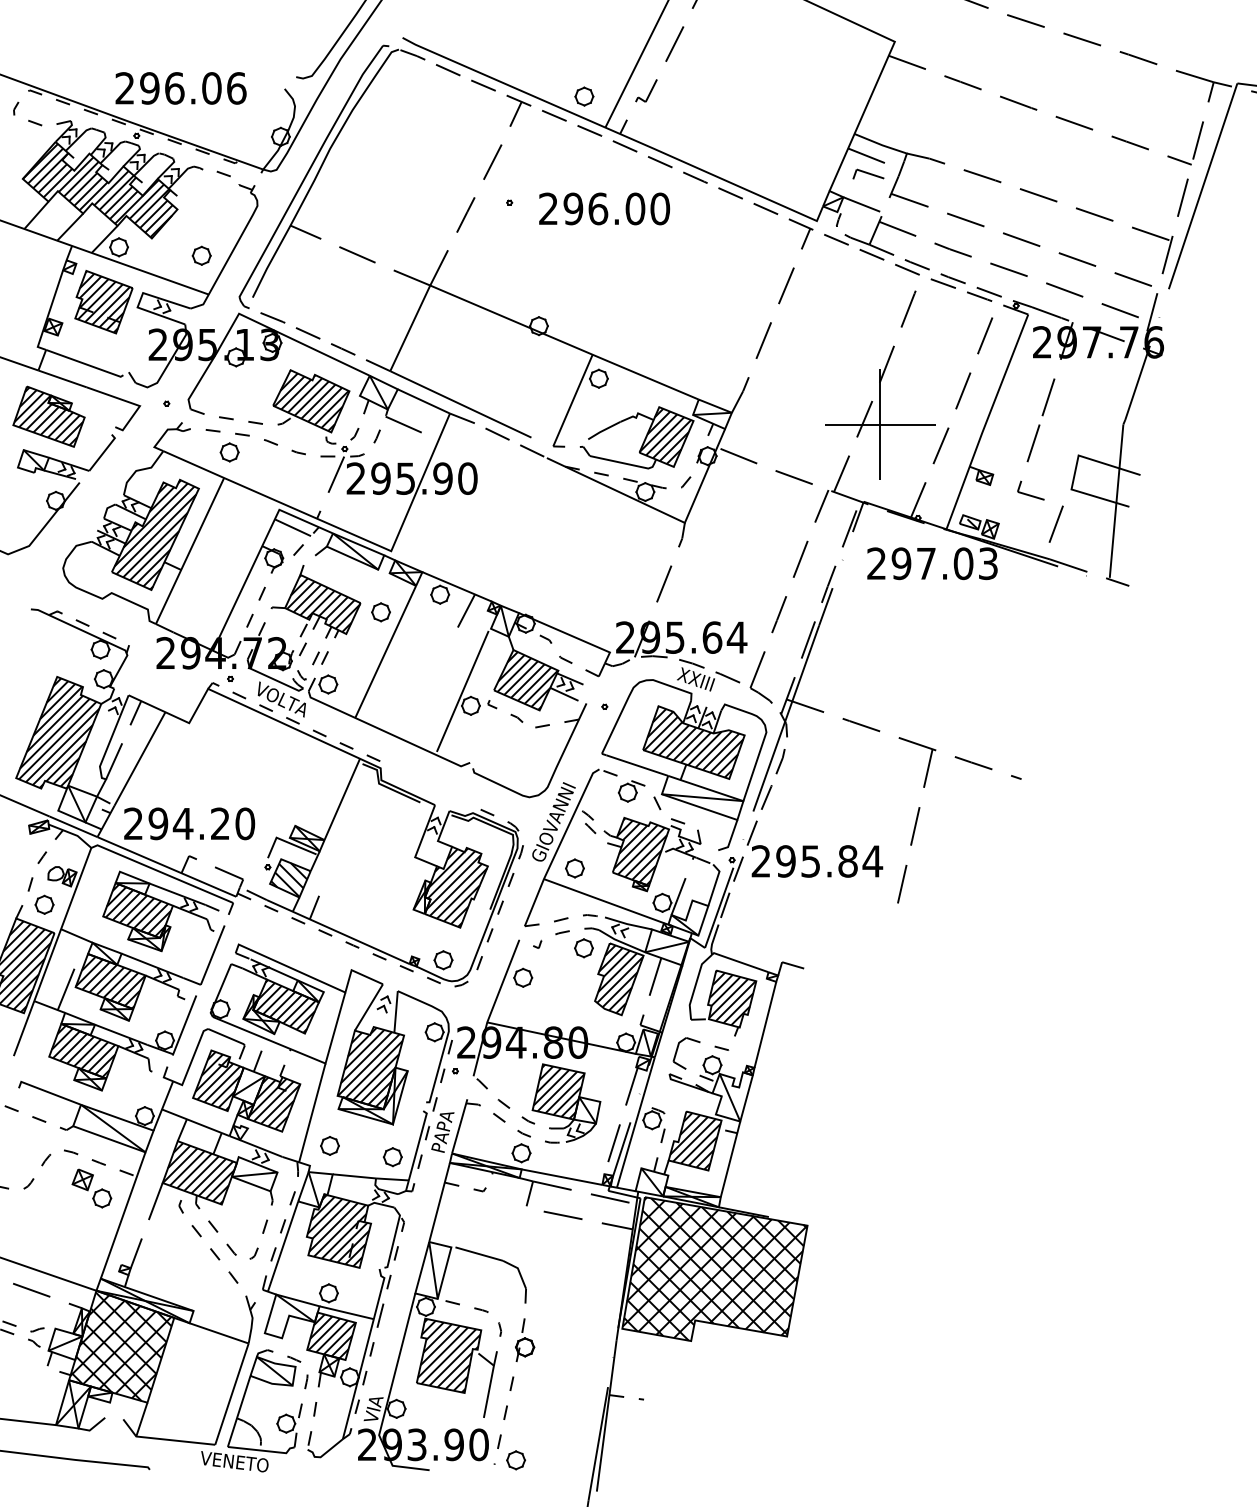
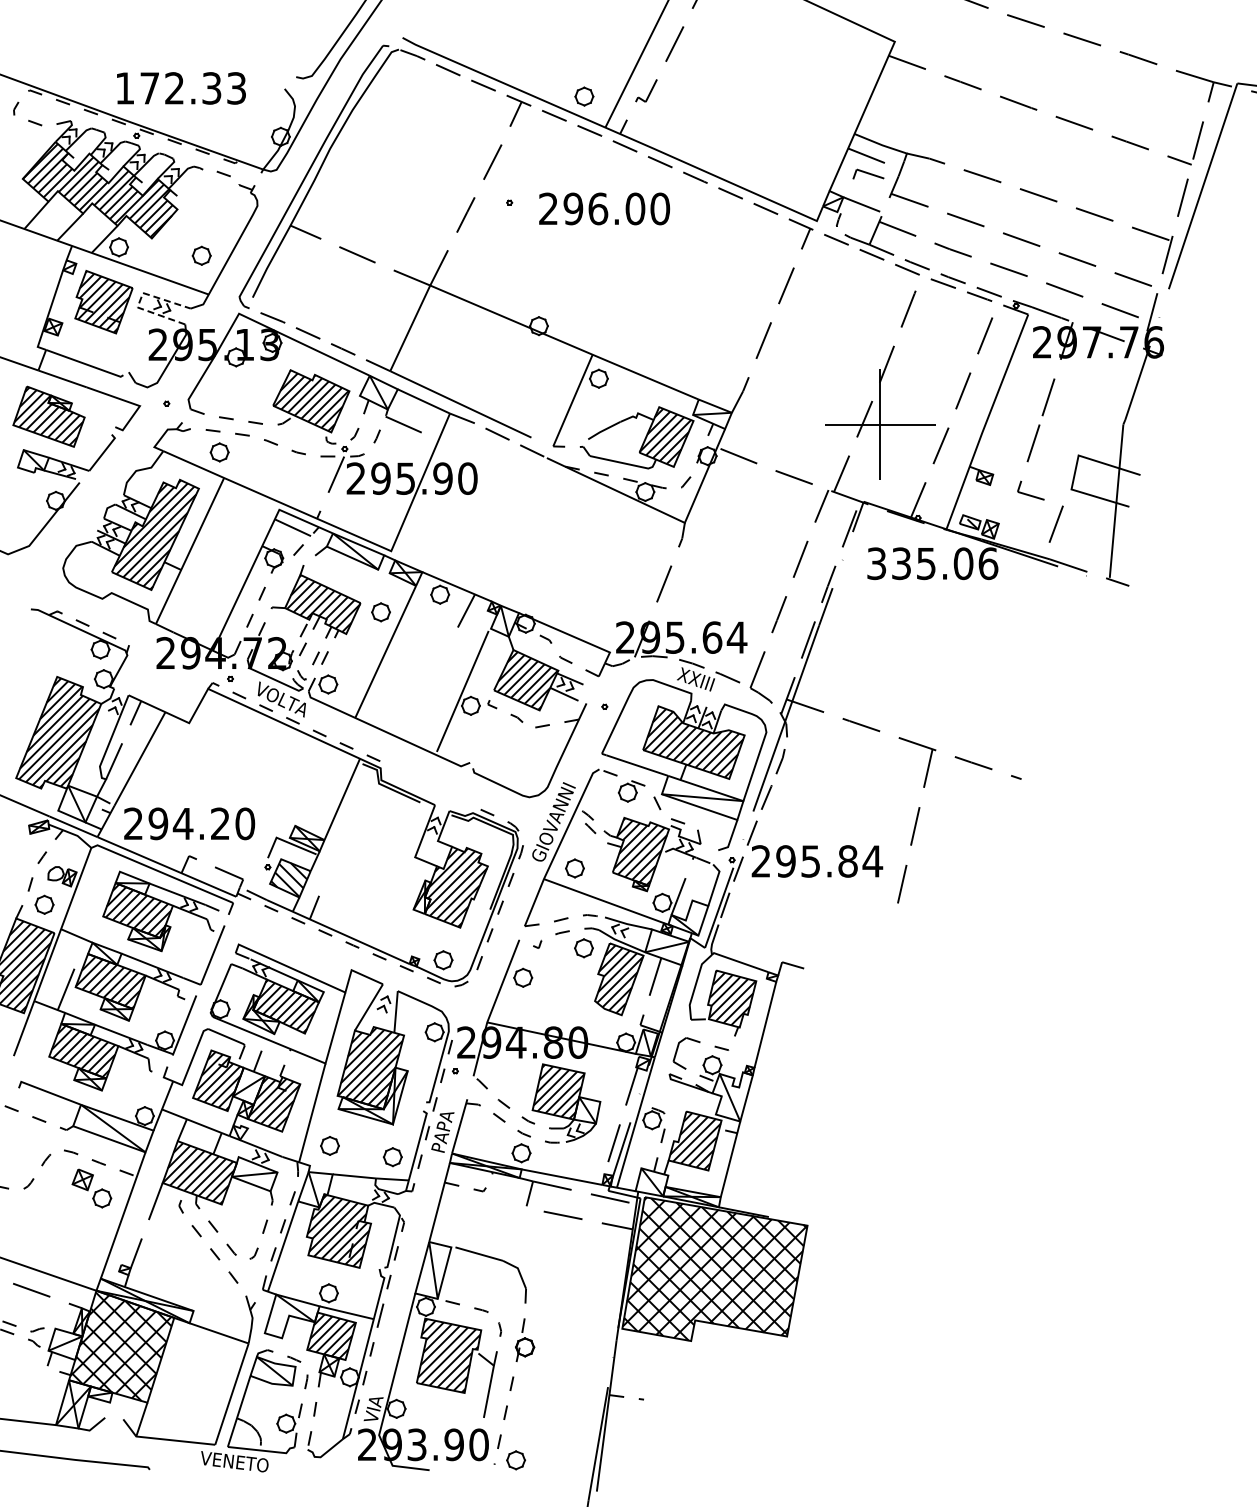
text at (180, 88): 296.06 -> 172.33
line at (140, 300): solid -> dashed
part at (229, 452) position: (229, 452) -> (219, 452)
text at (932, 563): 297.03 -> 335.06
